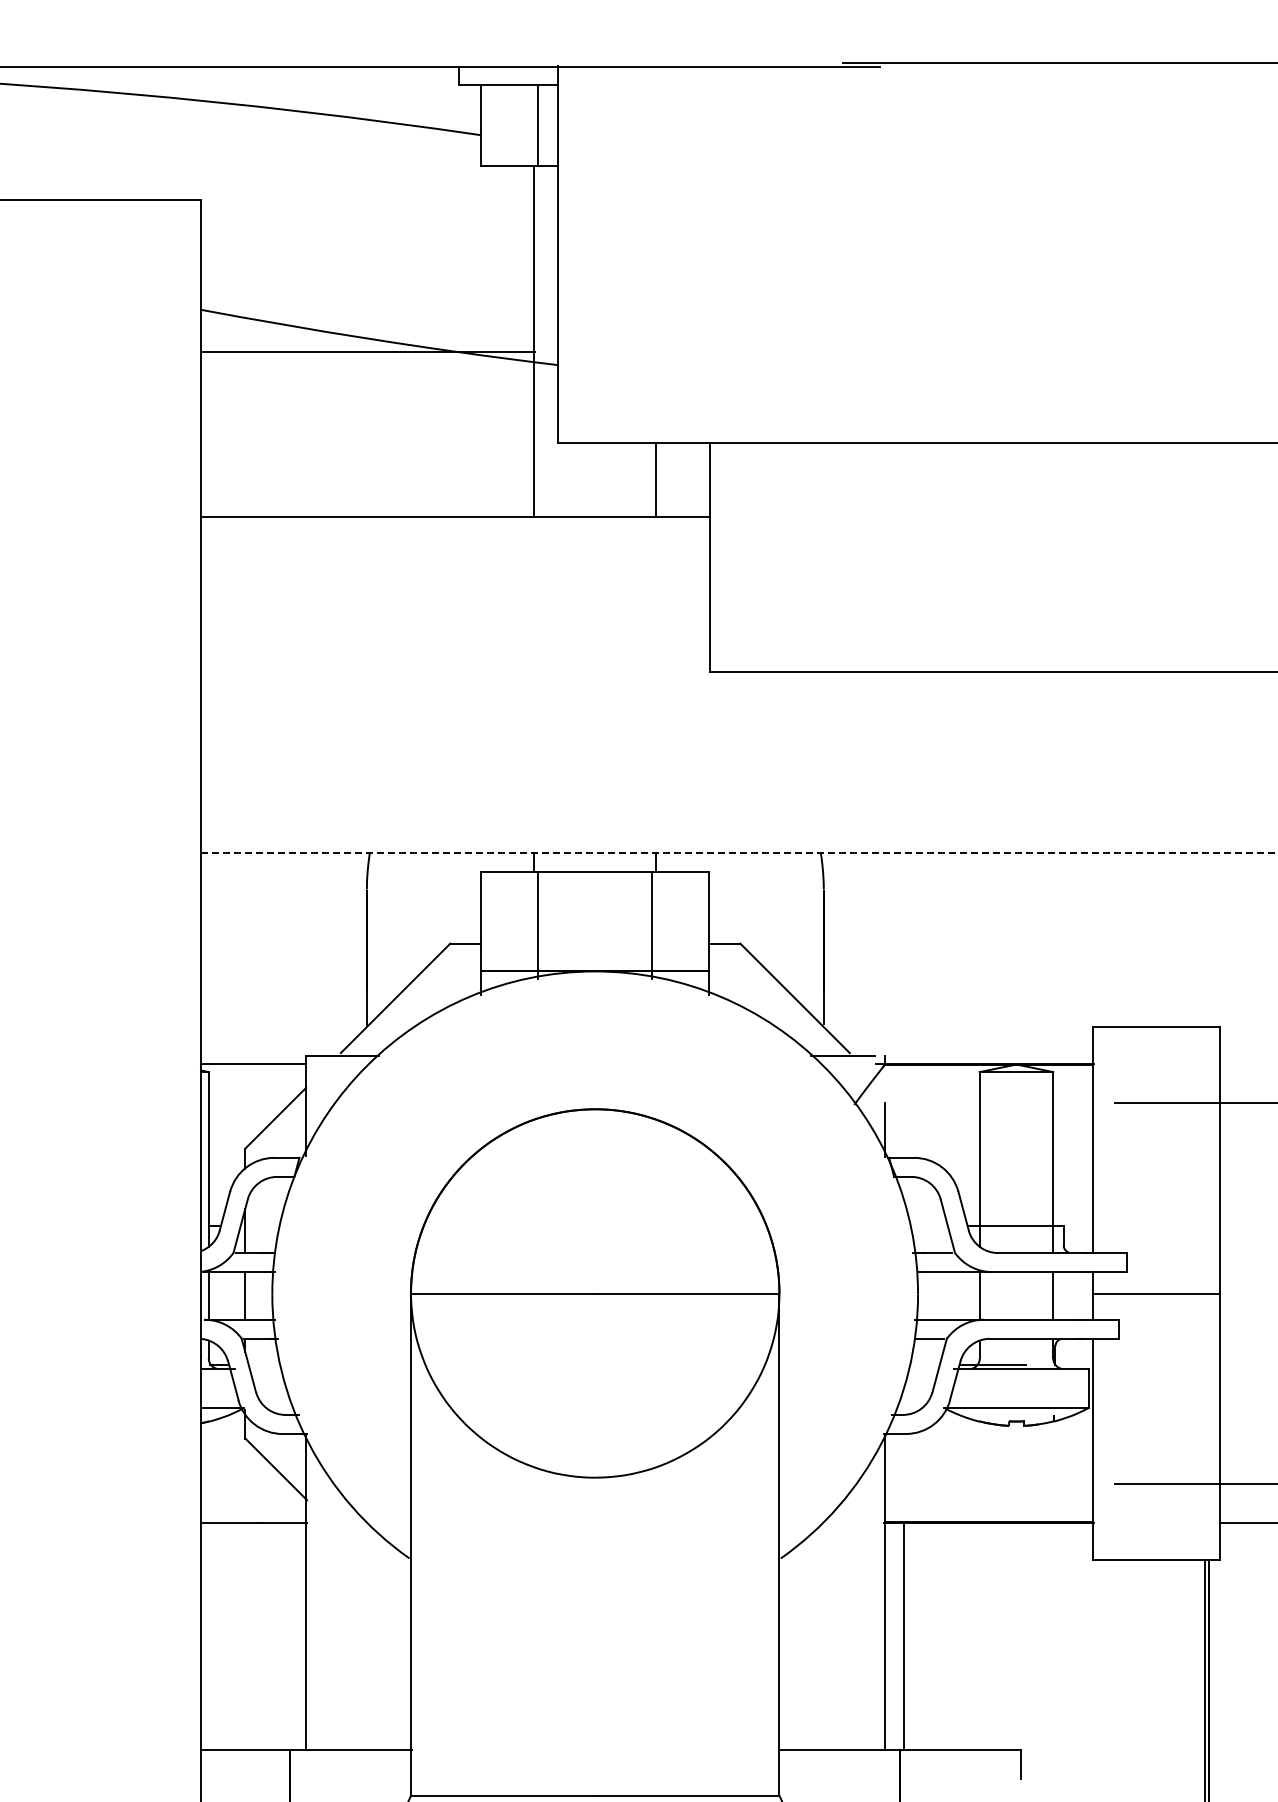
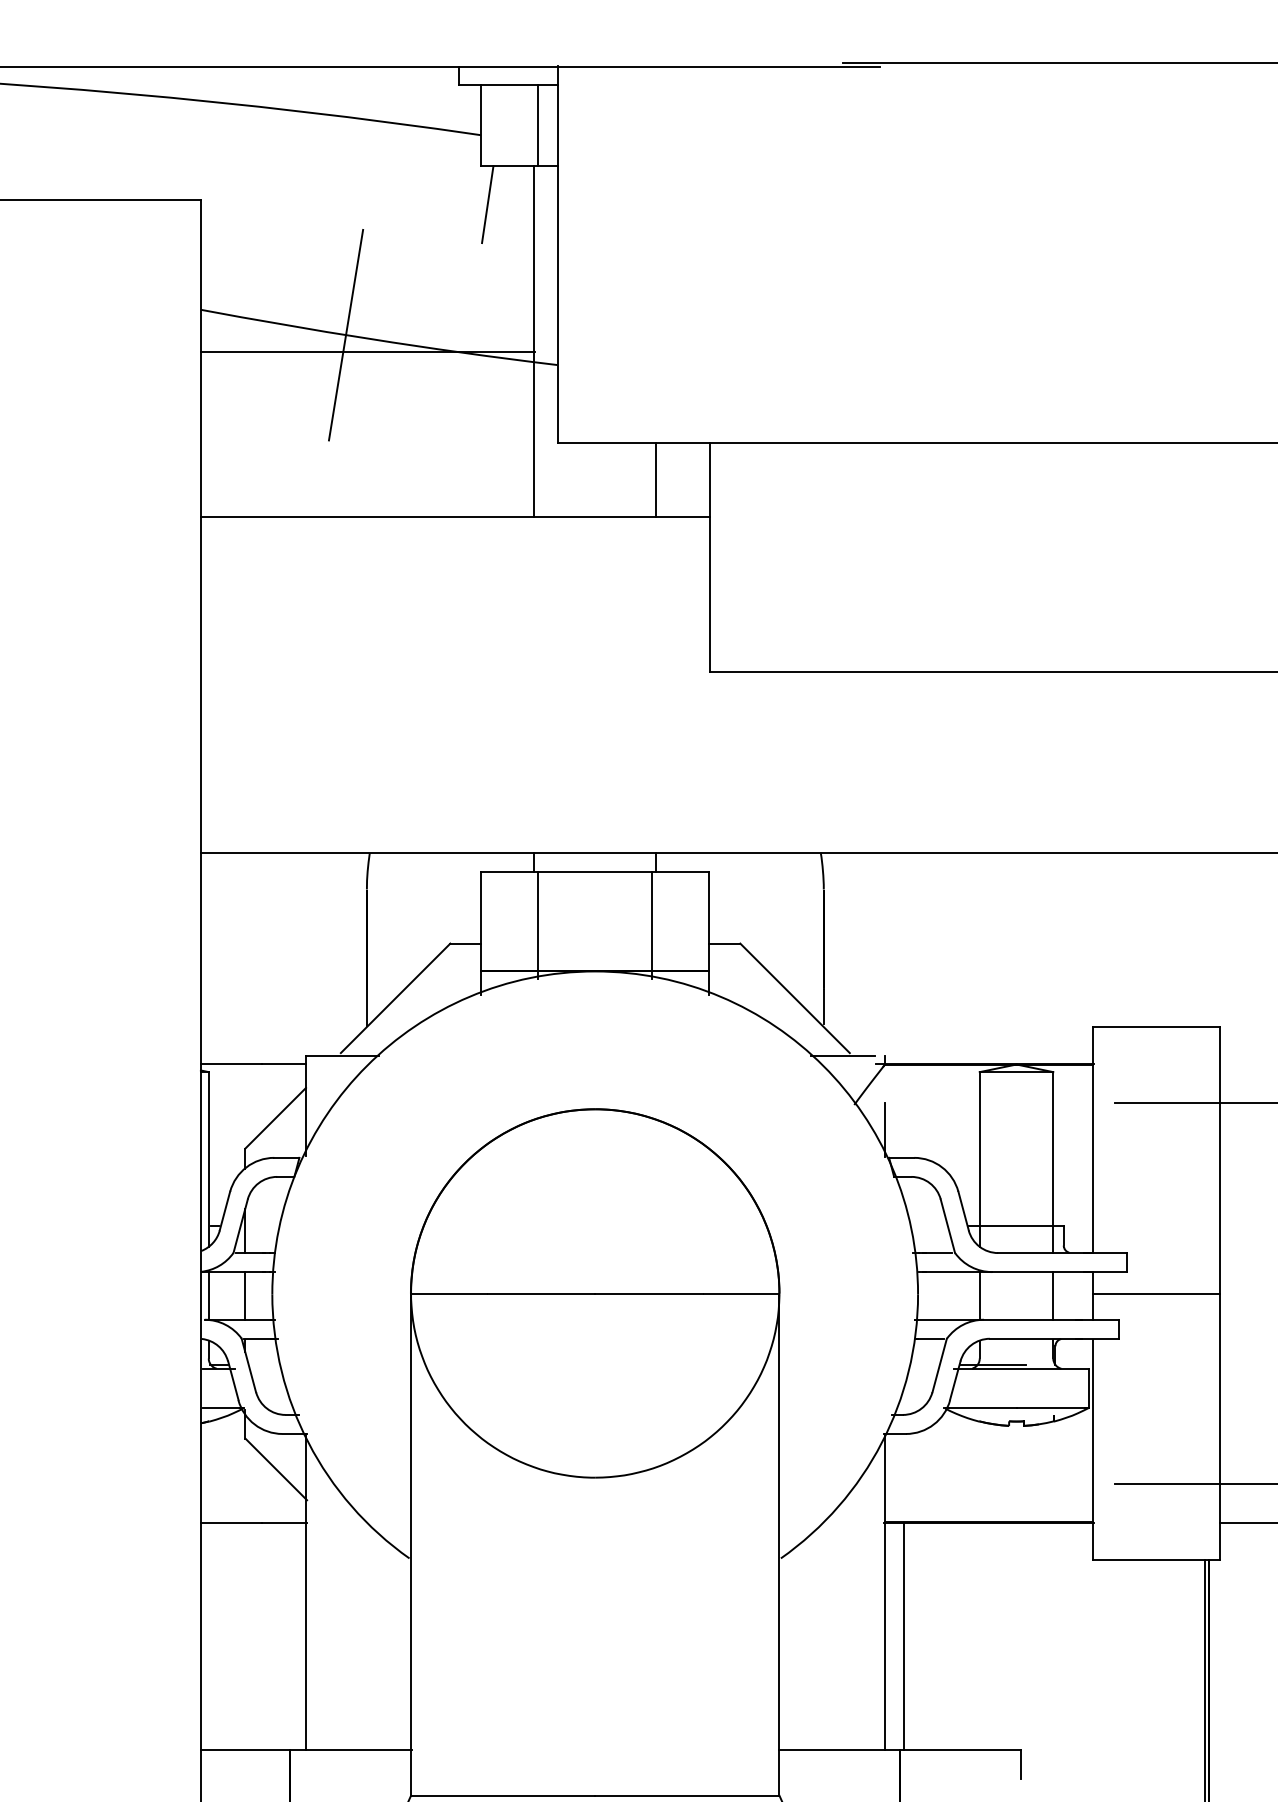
line at (487, 204): none -> present
line at (345, 334): none -> present
line at (739, 852): dashed -> solid
